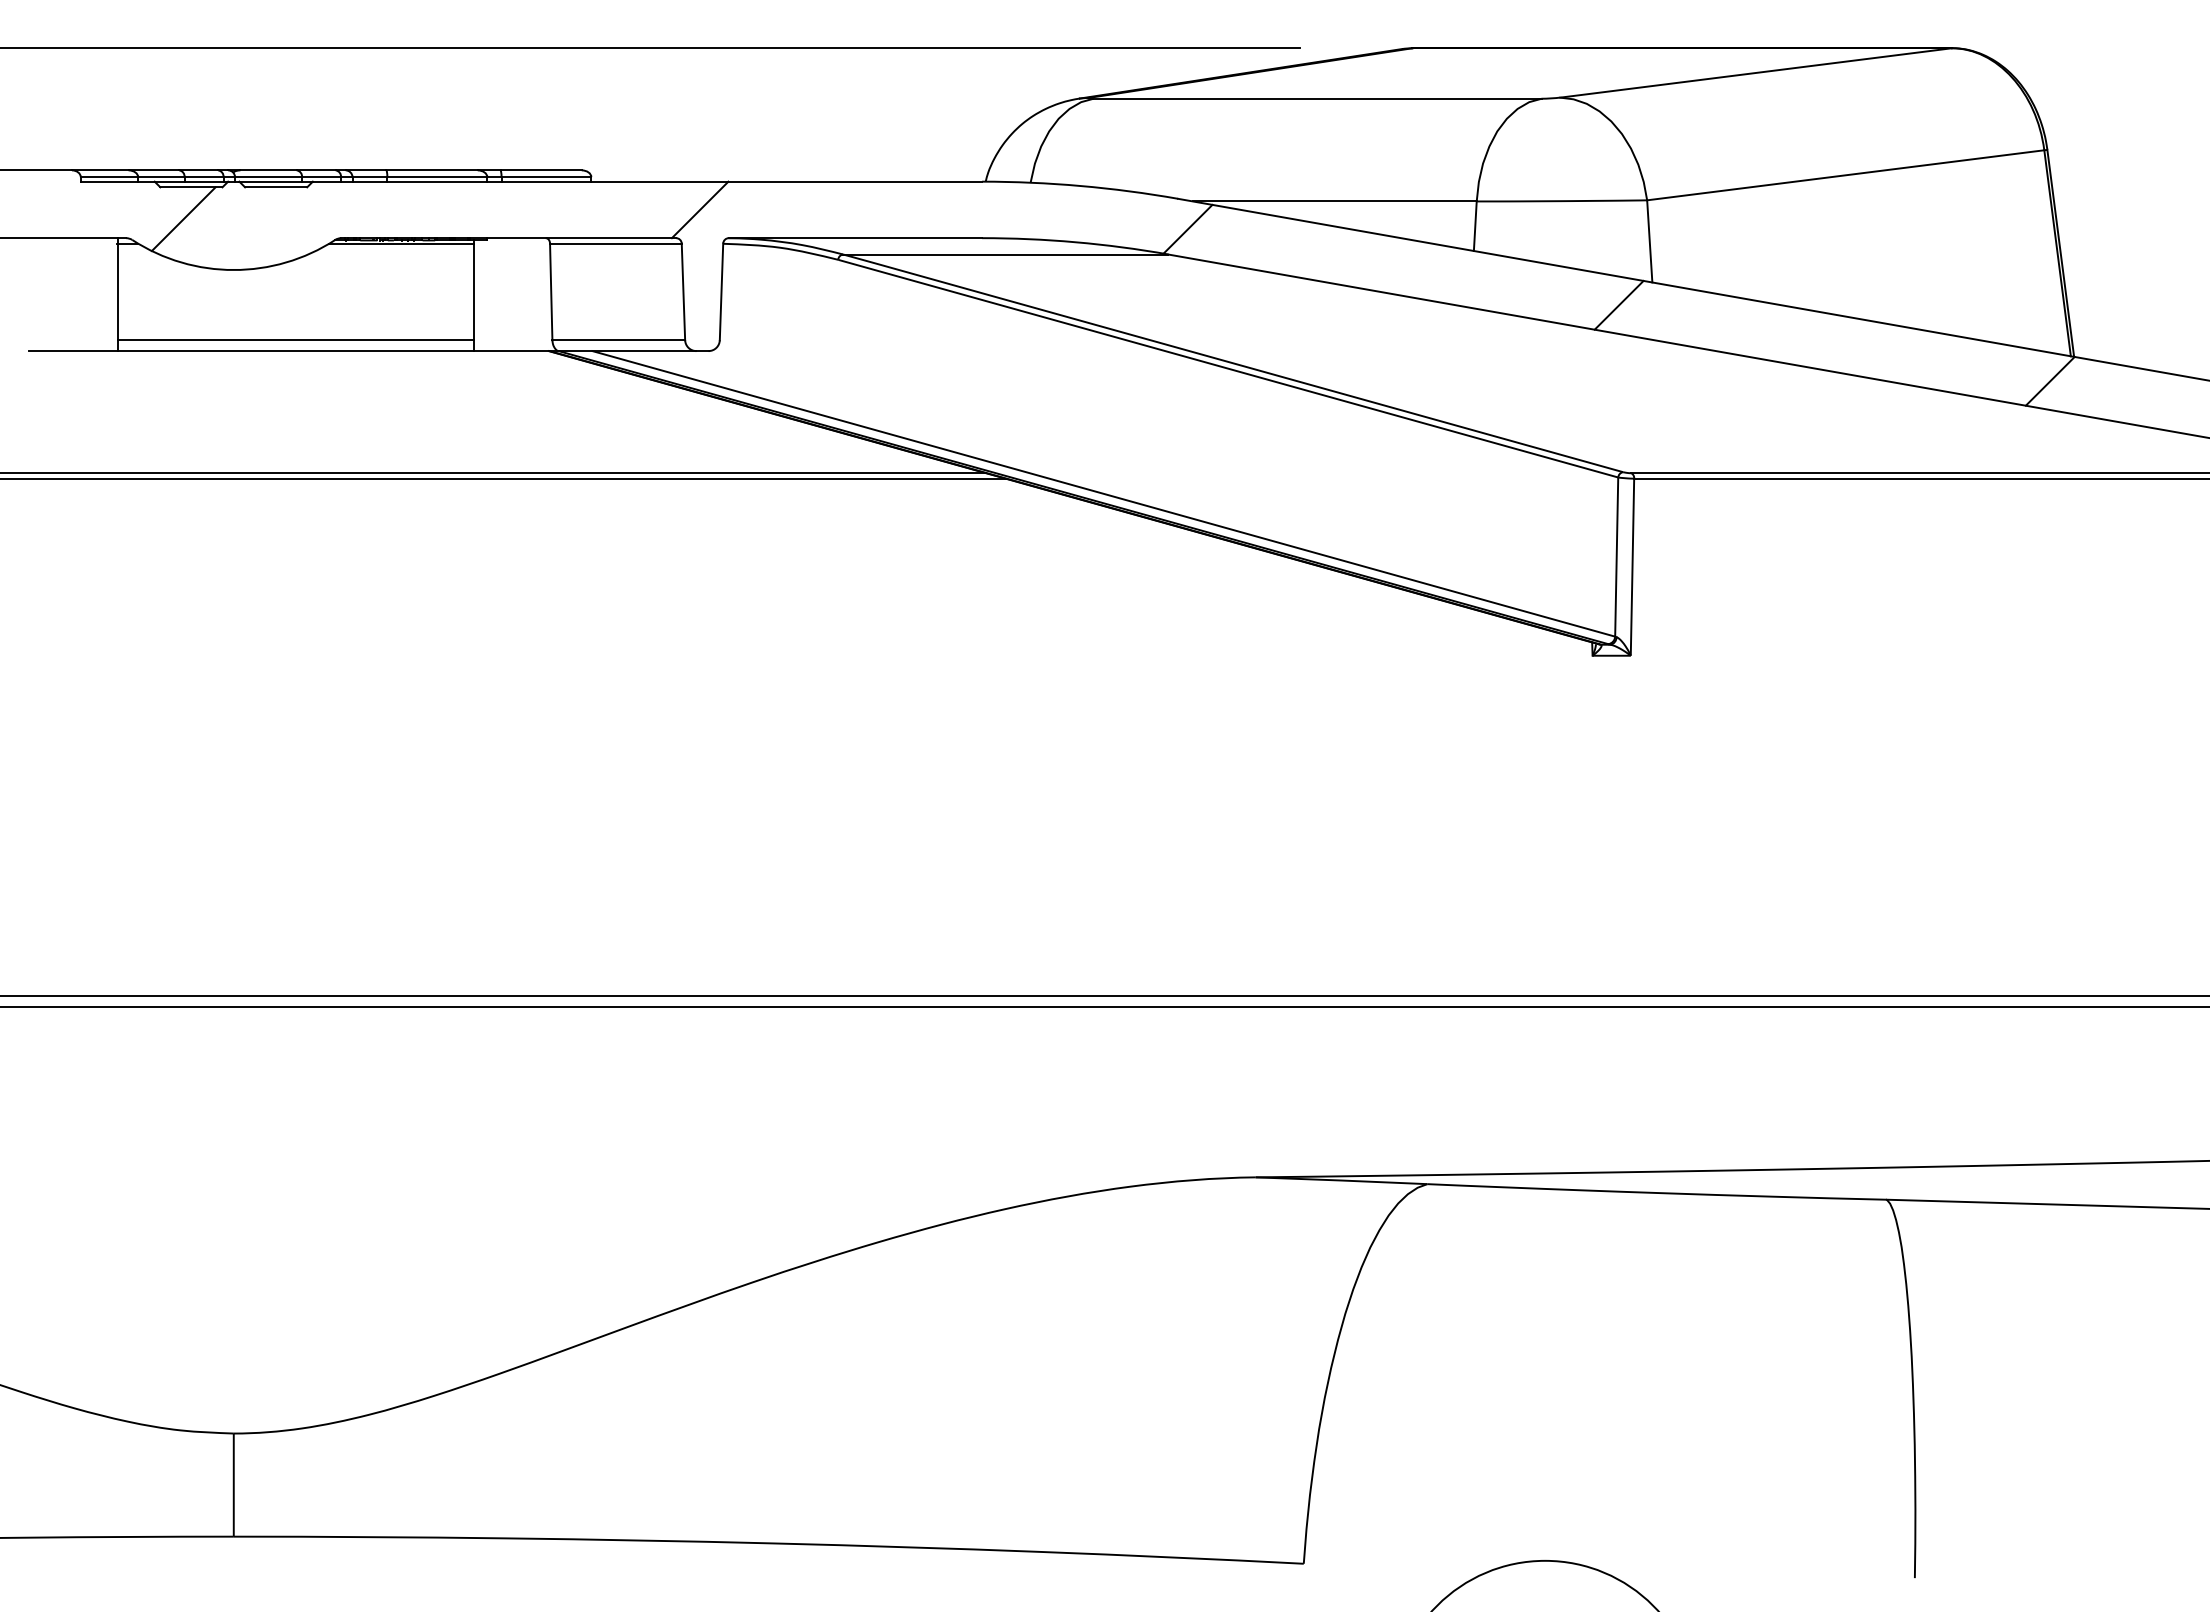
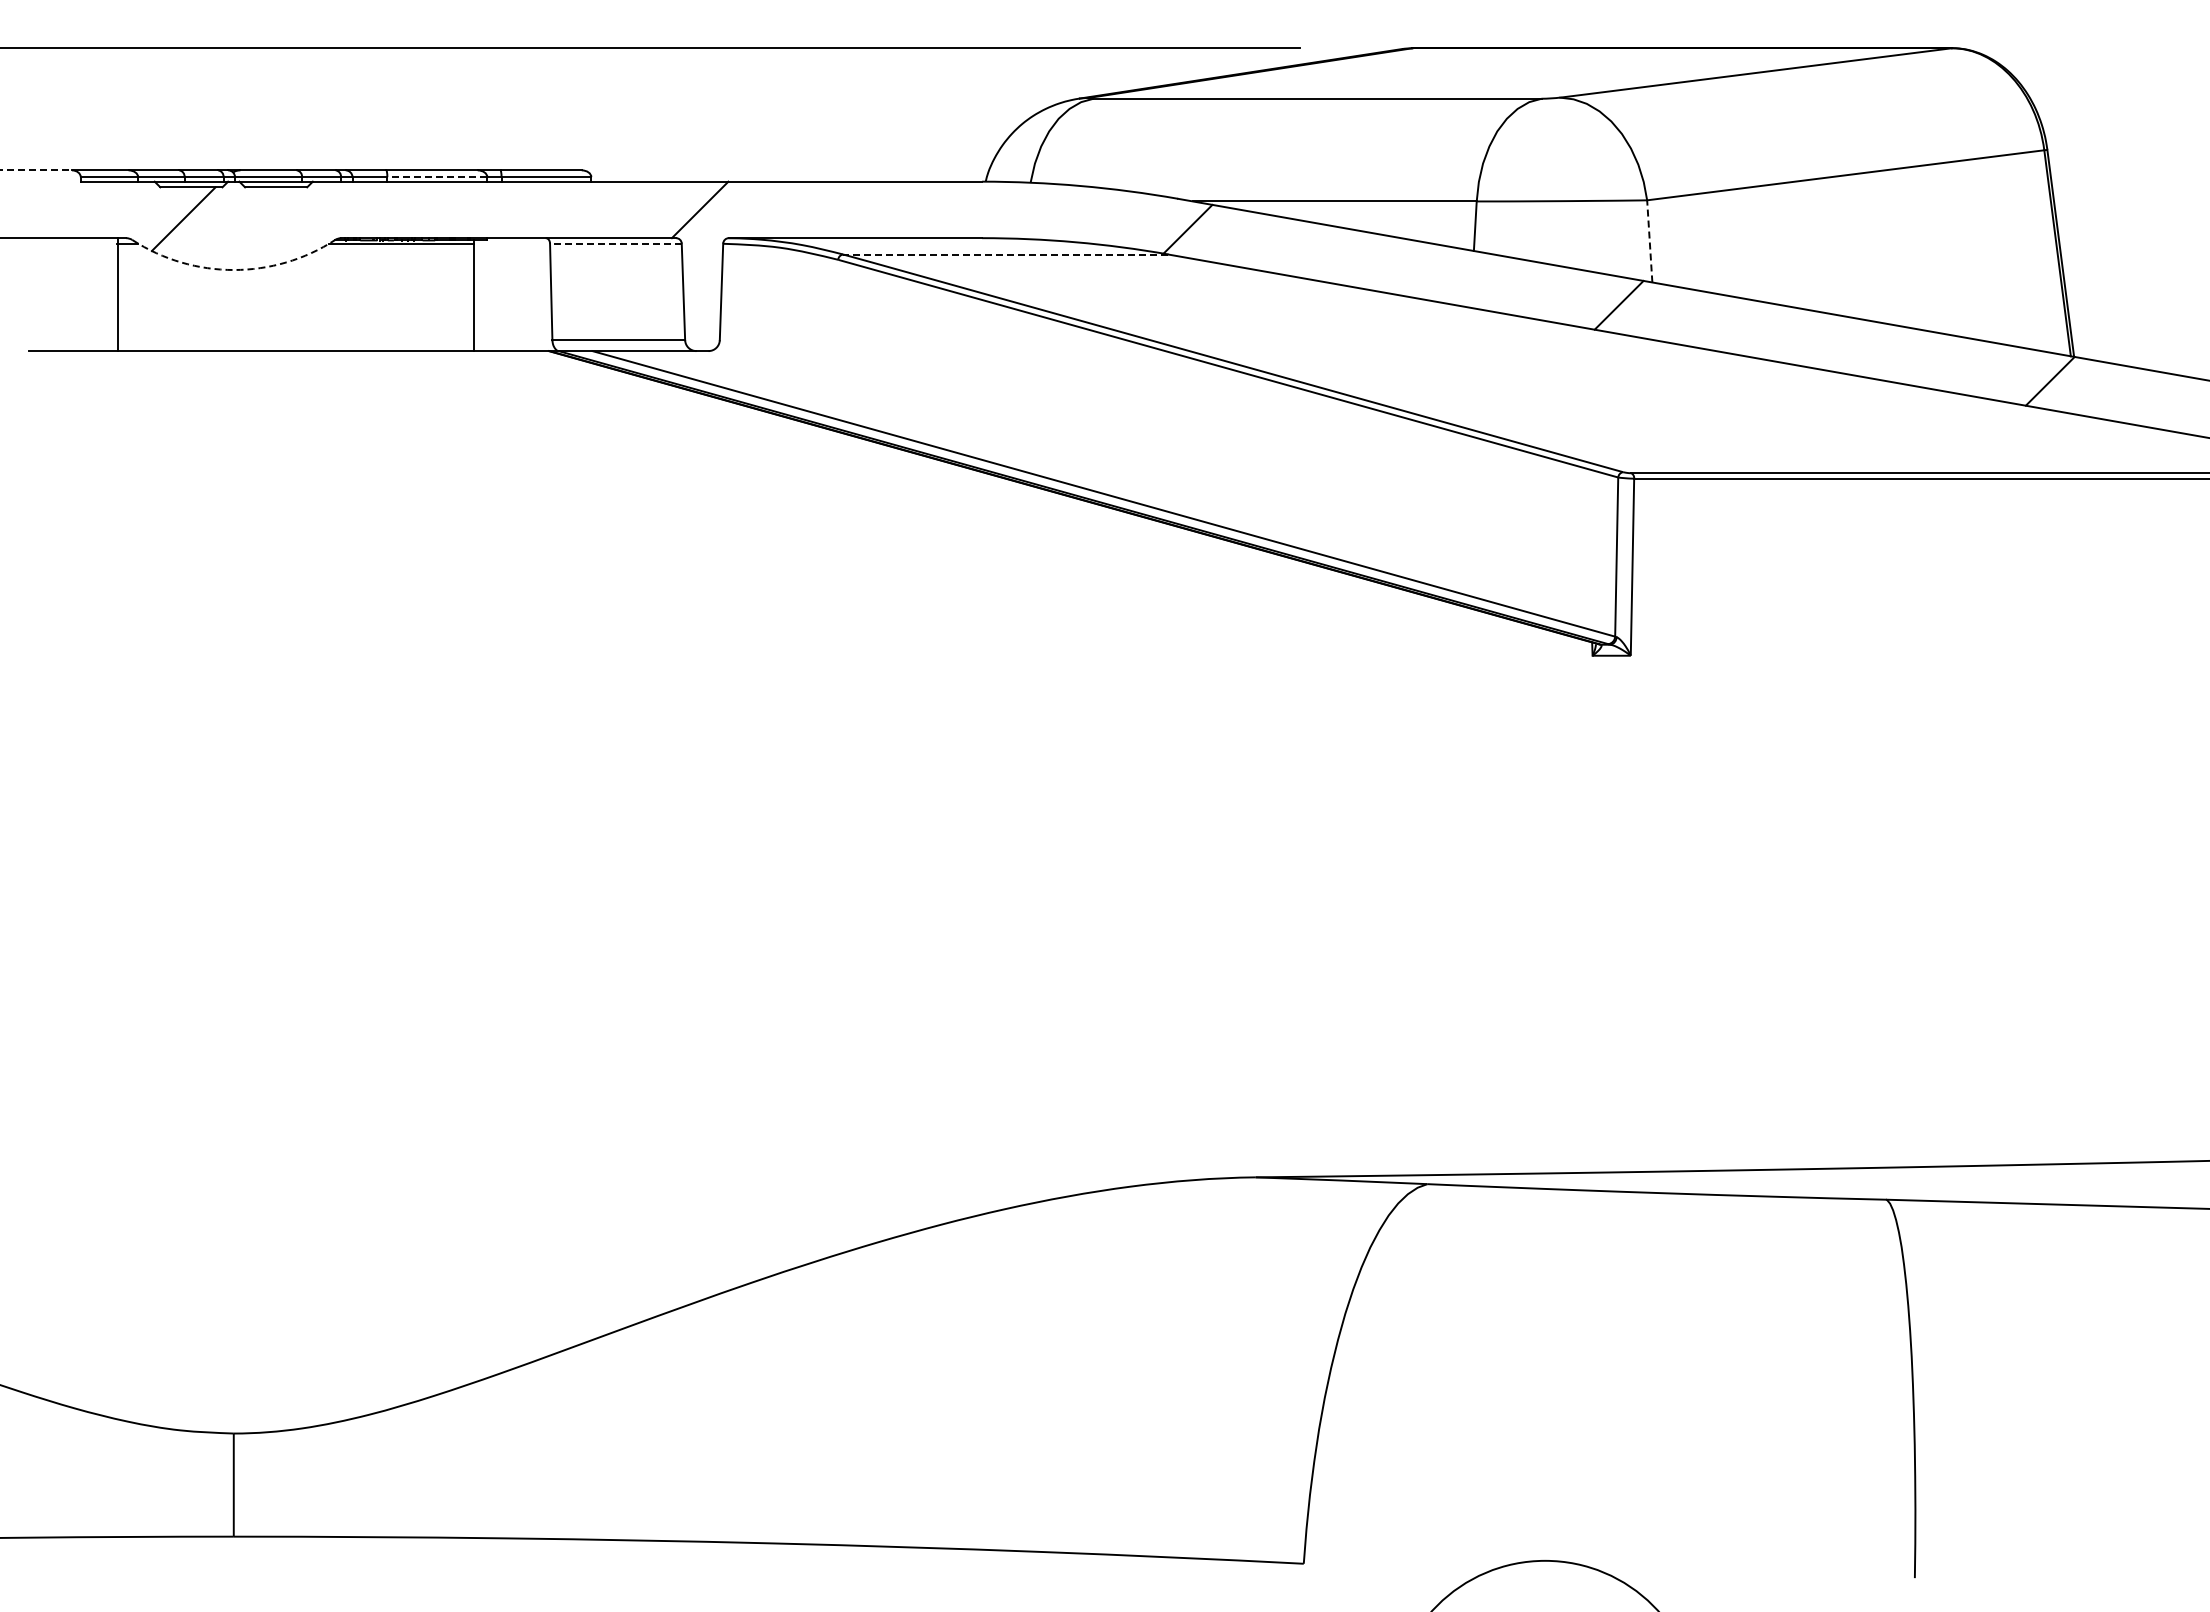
line at (36, 170): solid -> dashed
line at (437, 177): solid -> dashed
line at (1649, 240): solid -> dashed
line at (615, 243): solid -> dashed
line at (1005, 254): solid -> dashed
arc at (233, 270): solid -> dashed
line at (295, 340): present -> none
line at (494, 473): present -> none
line at (503, 478): present -> none
line at (1104, 996): present -> none
line at (1104, 1007): present -> none
